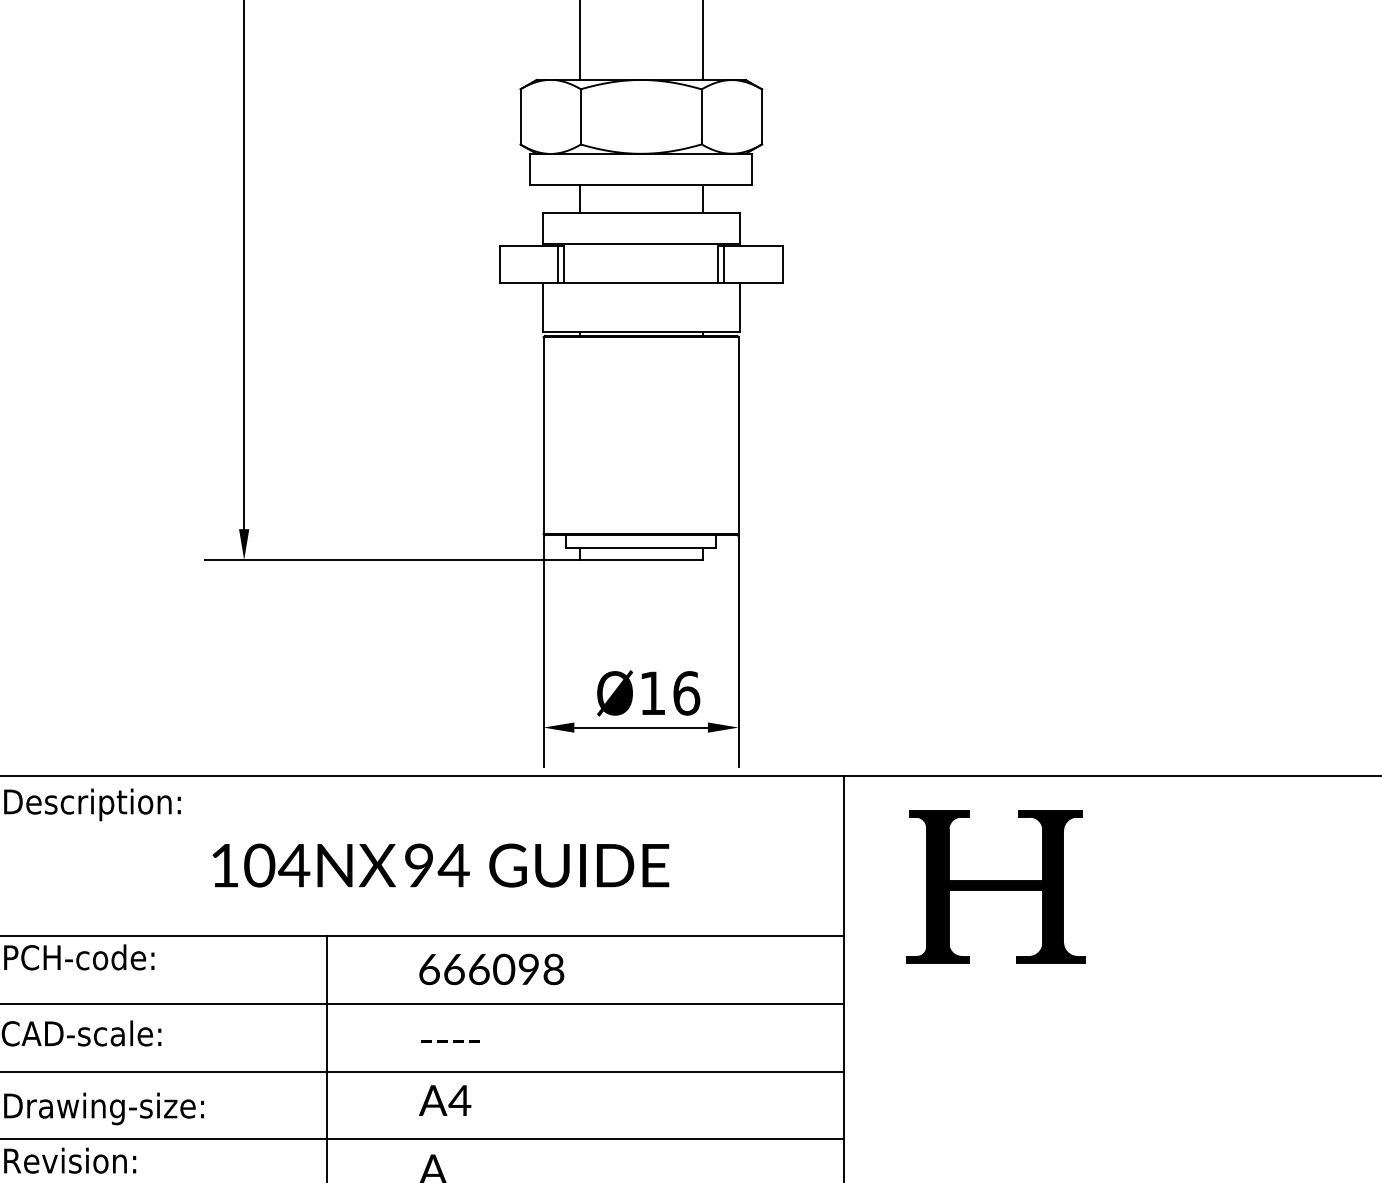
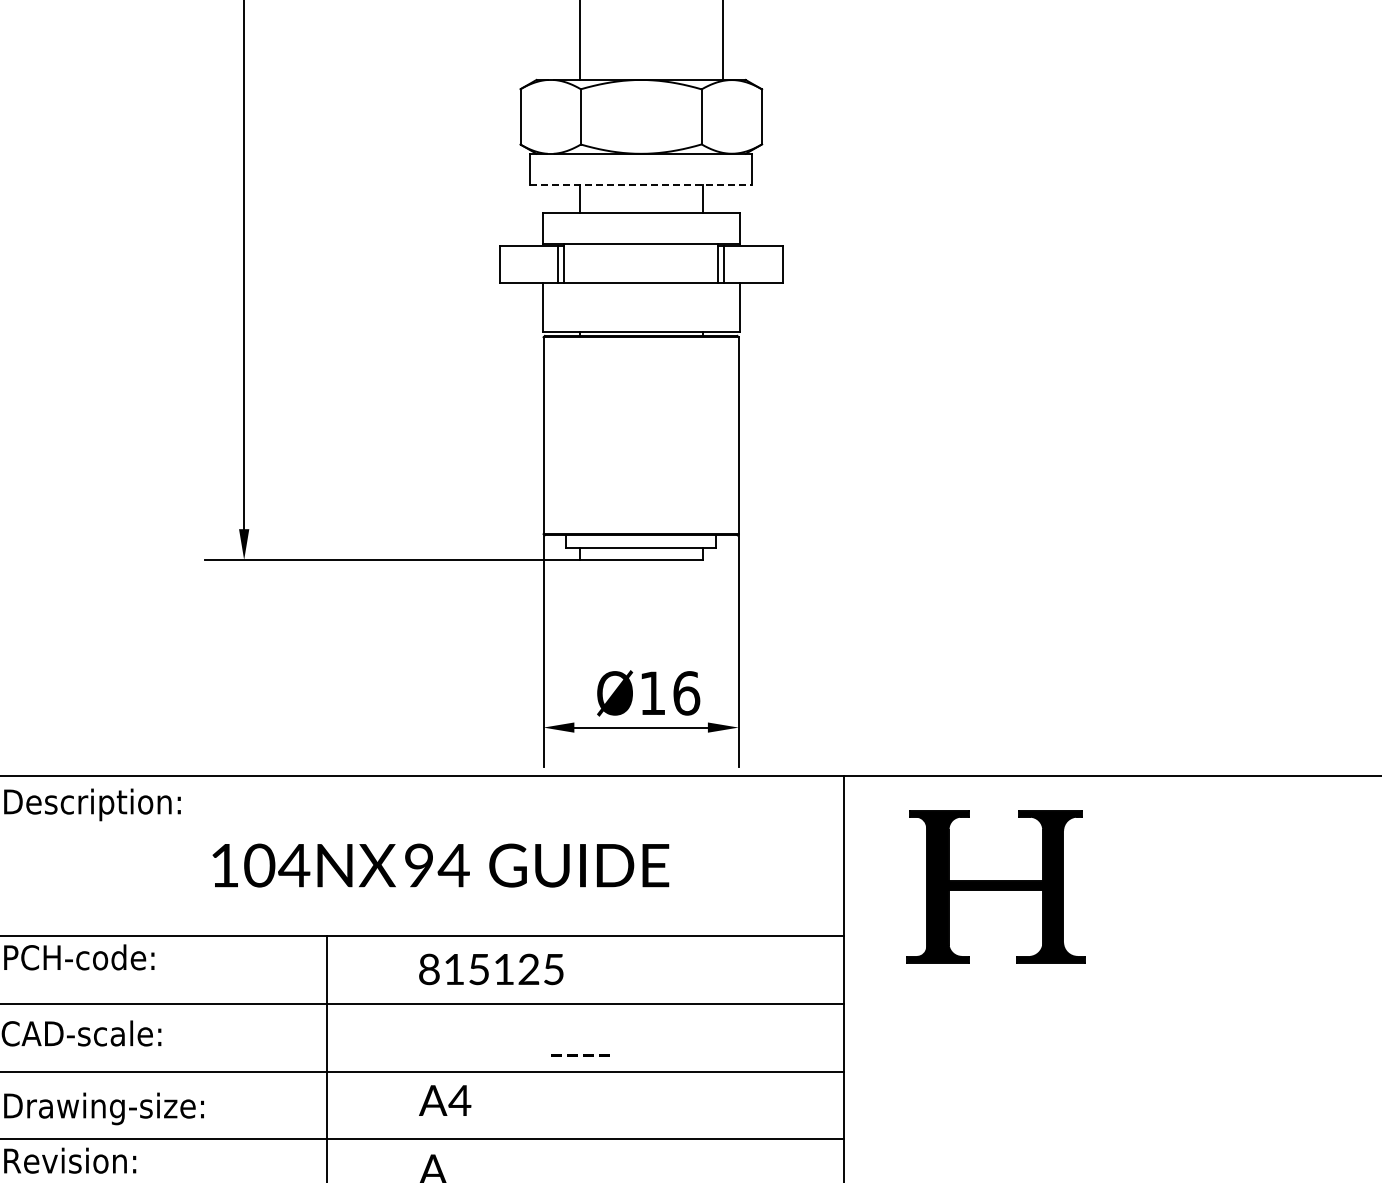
line at (702, 40) position: (702, 40) -> (722, 40)
line at (641, 184): solid -> dashed
text at (491, 969): 666098 -> 815125
text at (450, 1041) position: (450, 1041) -> (580, 1055)
